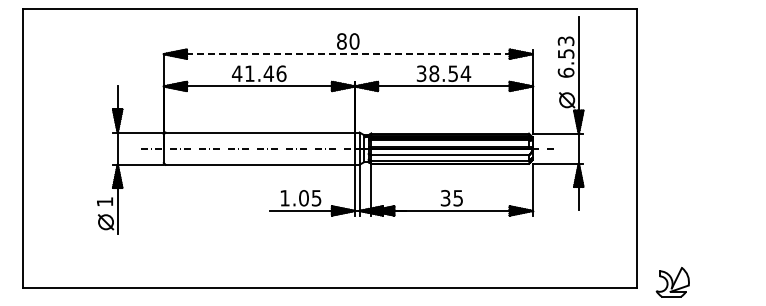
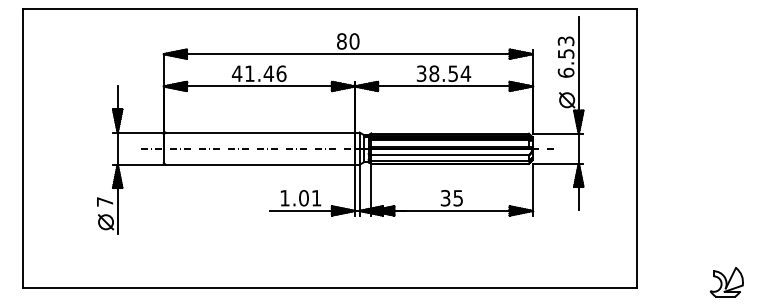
line at (348, 54): dashed -> solid
text at (316, 198): 1.05 -> 1.01
text at (105, 201): 1 -> 7
part at (672, 282) position: (672, 282) -> (726, 282)
